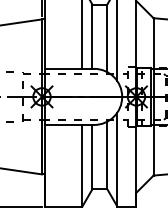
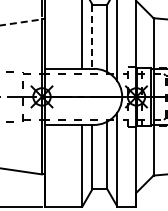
line at (21, 22): solid -> dashed
line at (92, 37): solid -> dashed
